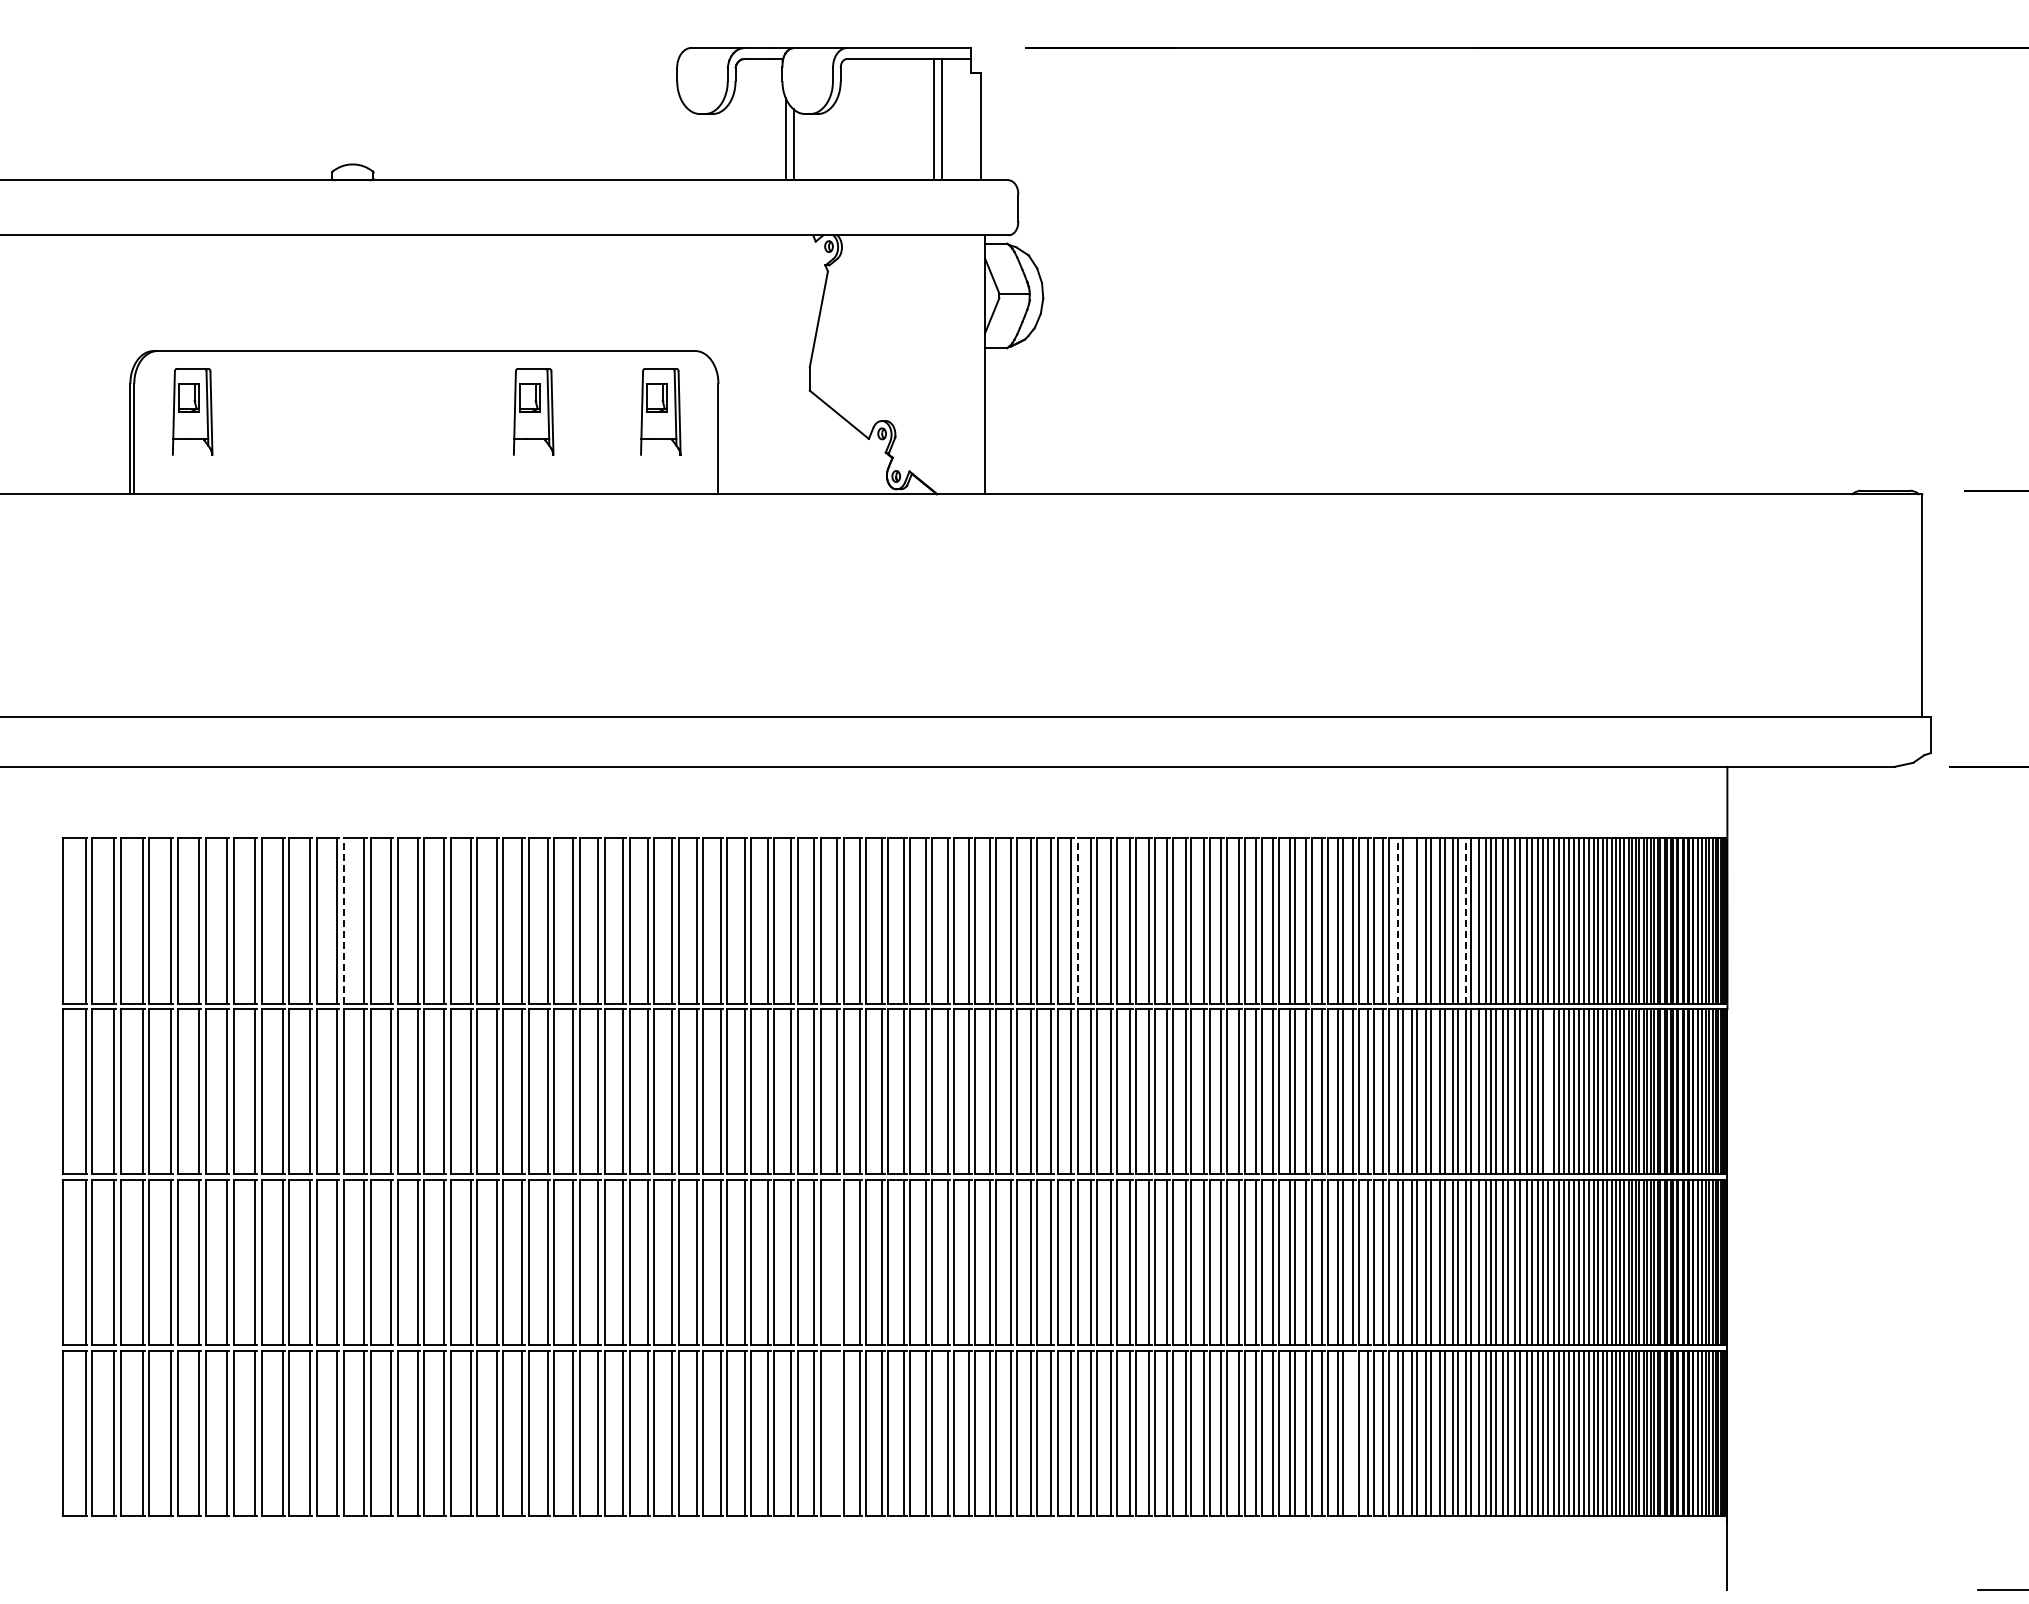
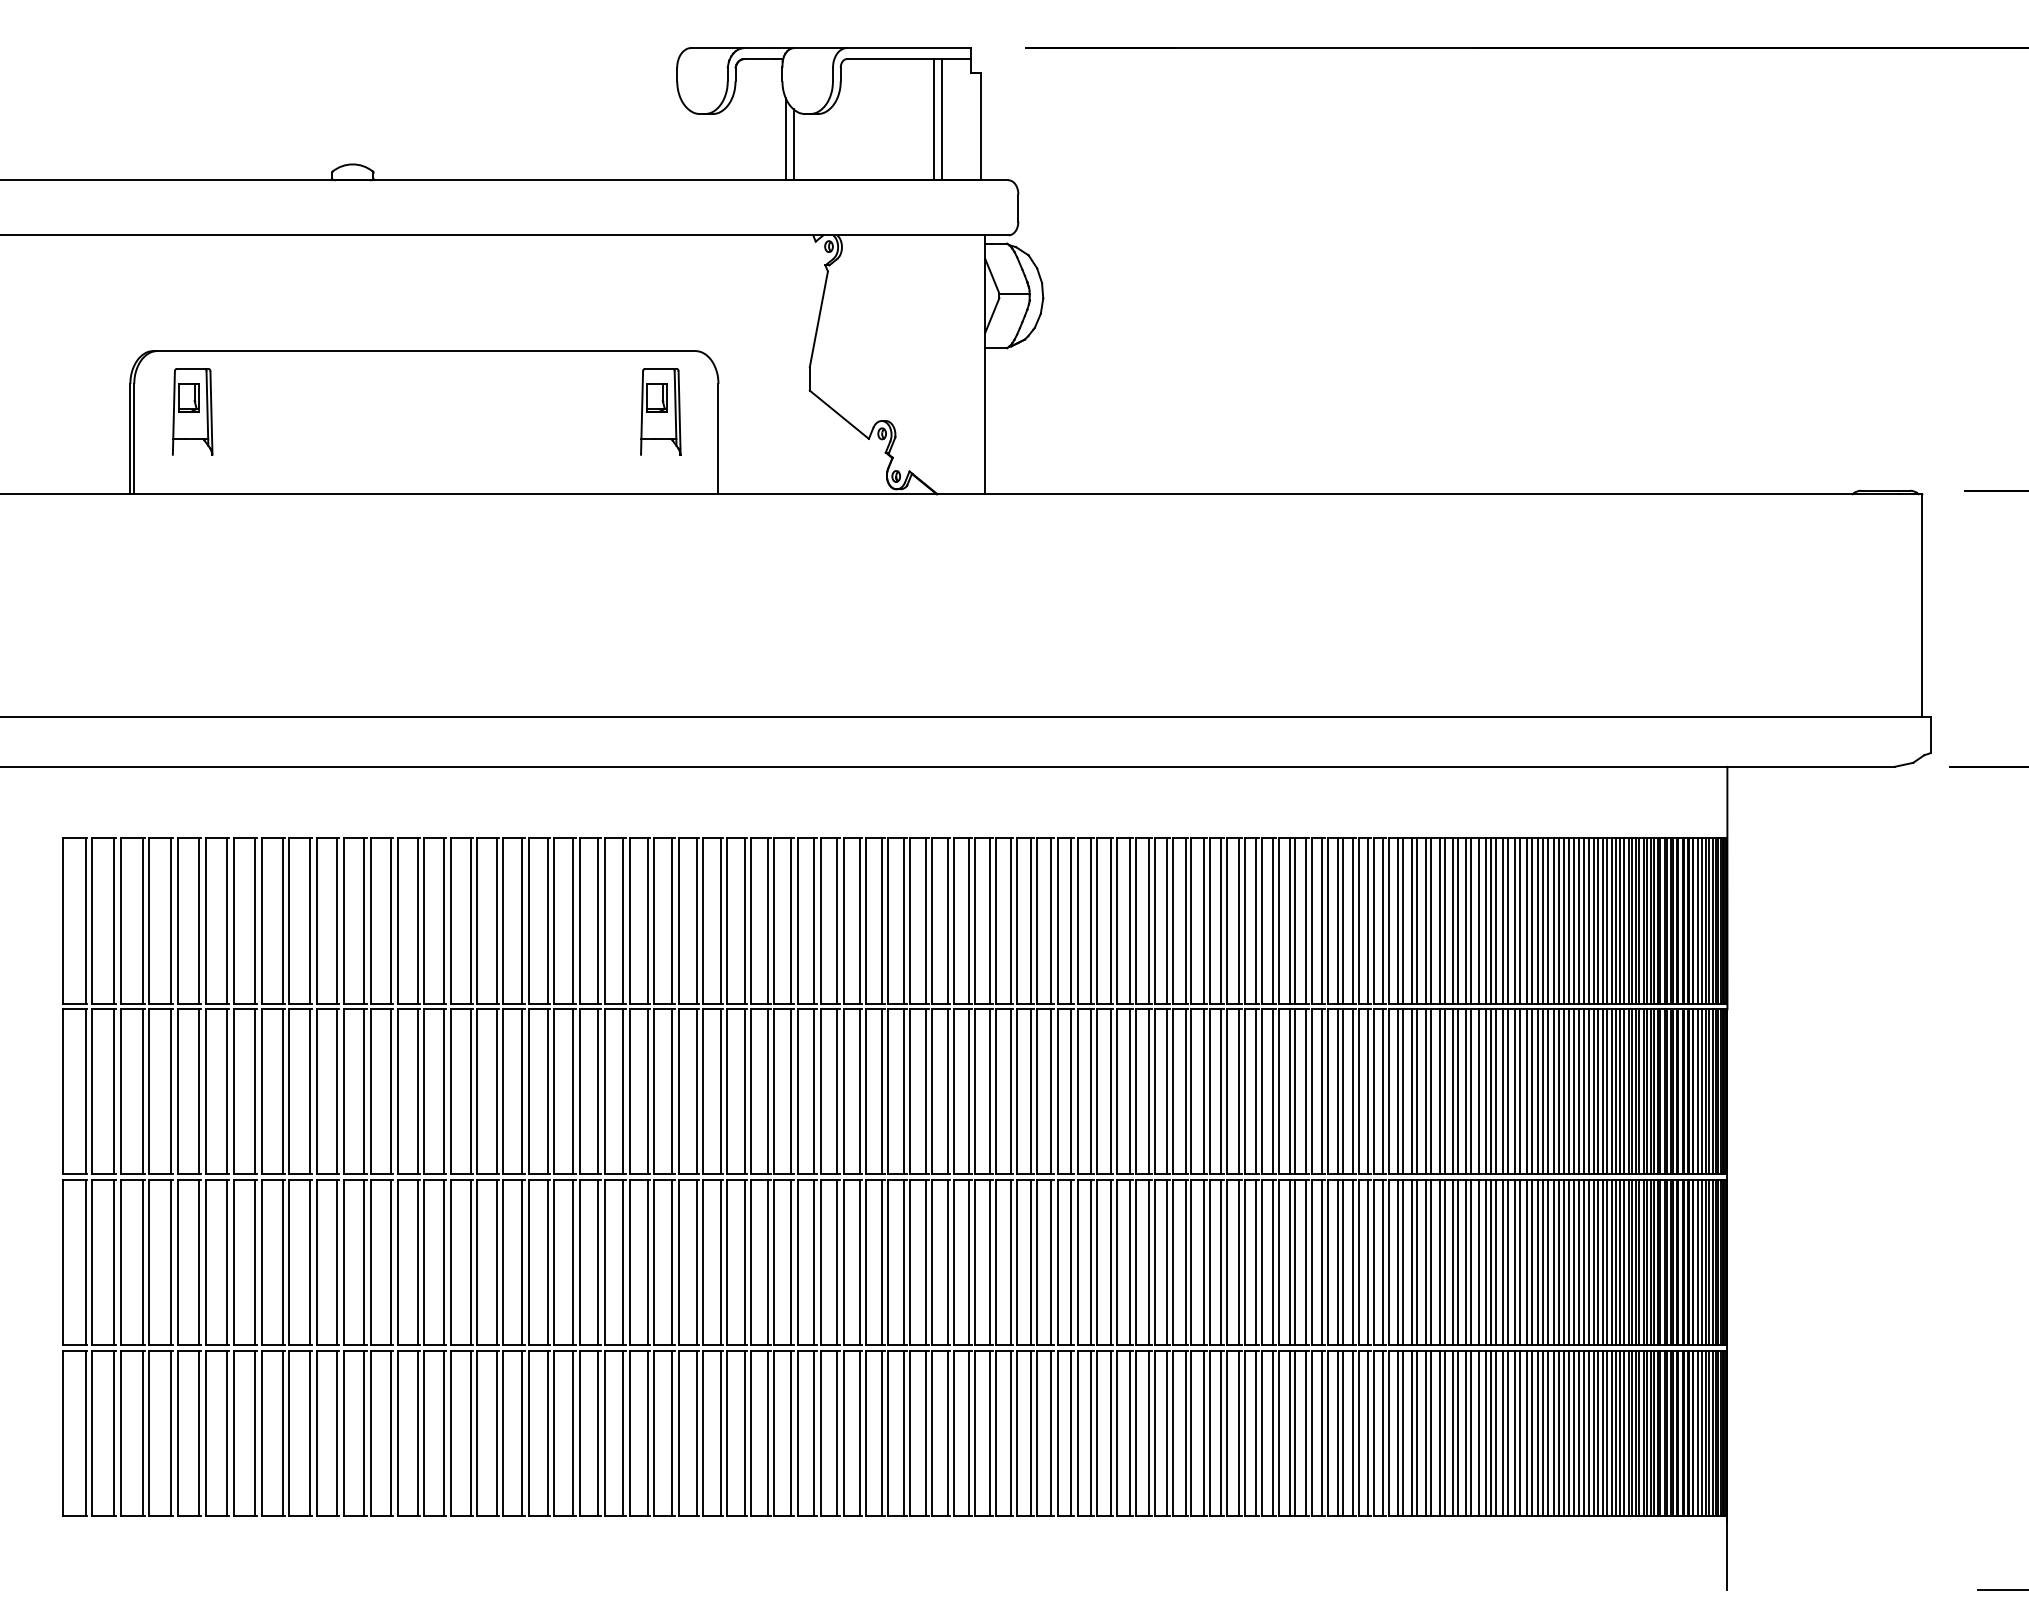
part at (533, 411): present -> none
line at (1412, 920): none -> present
line at (343, 921): dashed -> solid
line at (1077, 921): dashed -> solid
line at (1397, 921): dashed -> solid
line at (1465, 921): dashed -> solid
line at (1548, 1091): none -> present
line at (837, 1262): none -> present
line at (837, 1433): none -> present
line at (1353, 1433): none -> present
